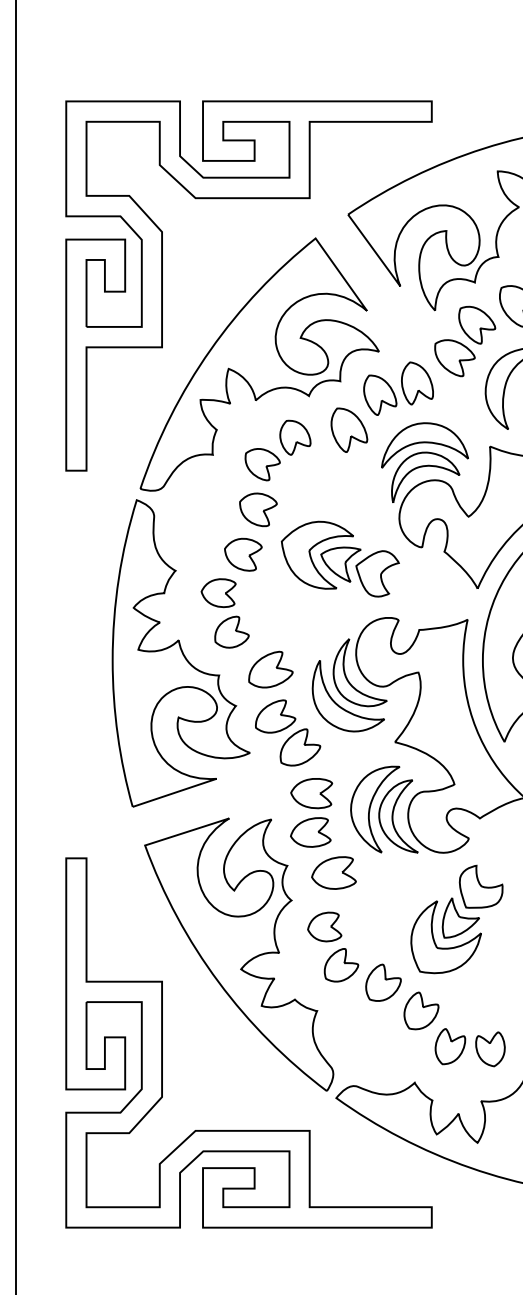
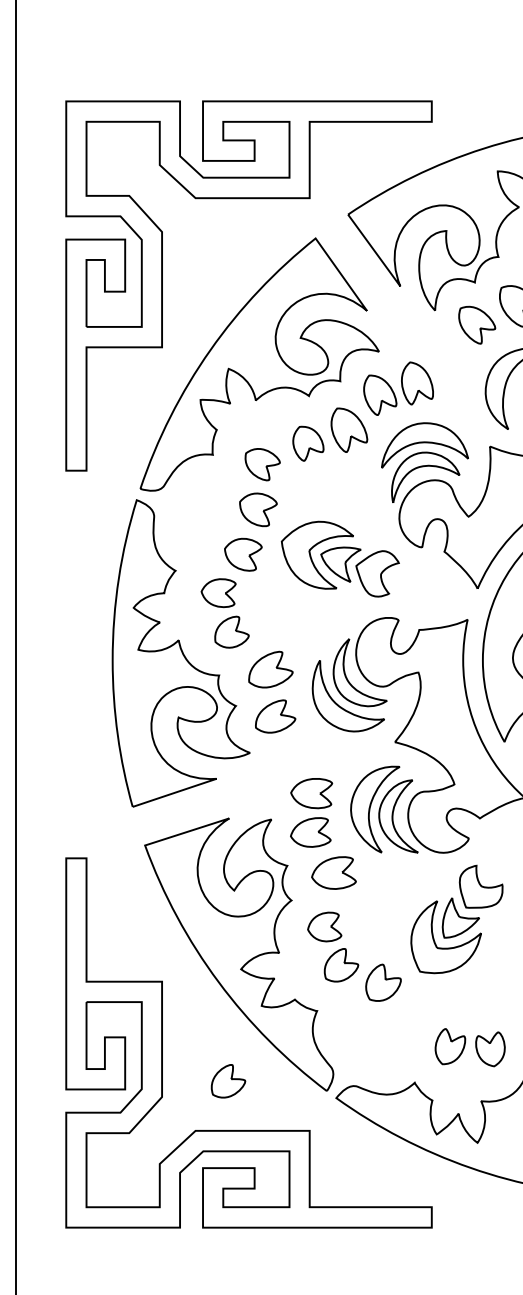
part at (454, 358): present -> none
part at (295, 437) position: (295, 437) -> (308, 443)
part at (300, 747): present -> none
part at (421, 1010): present -> none
part at (228, 1081): none -> present
